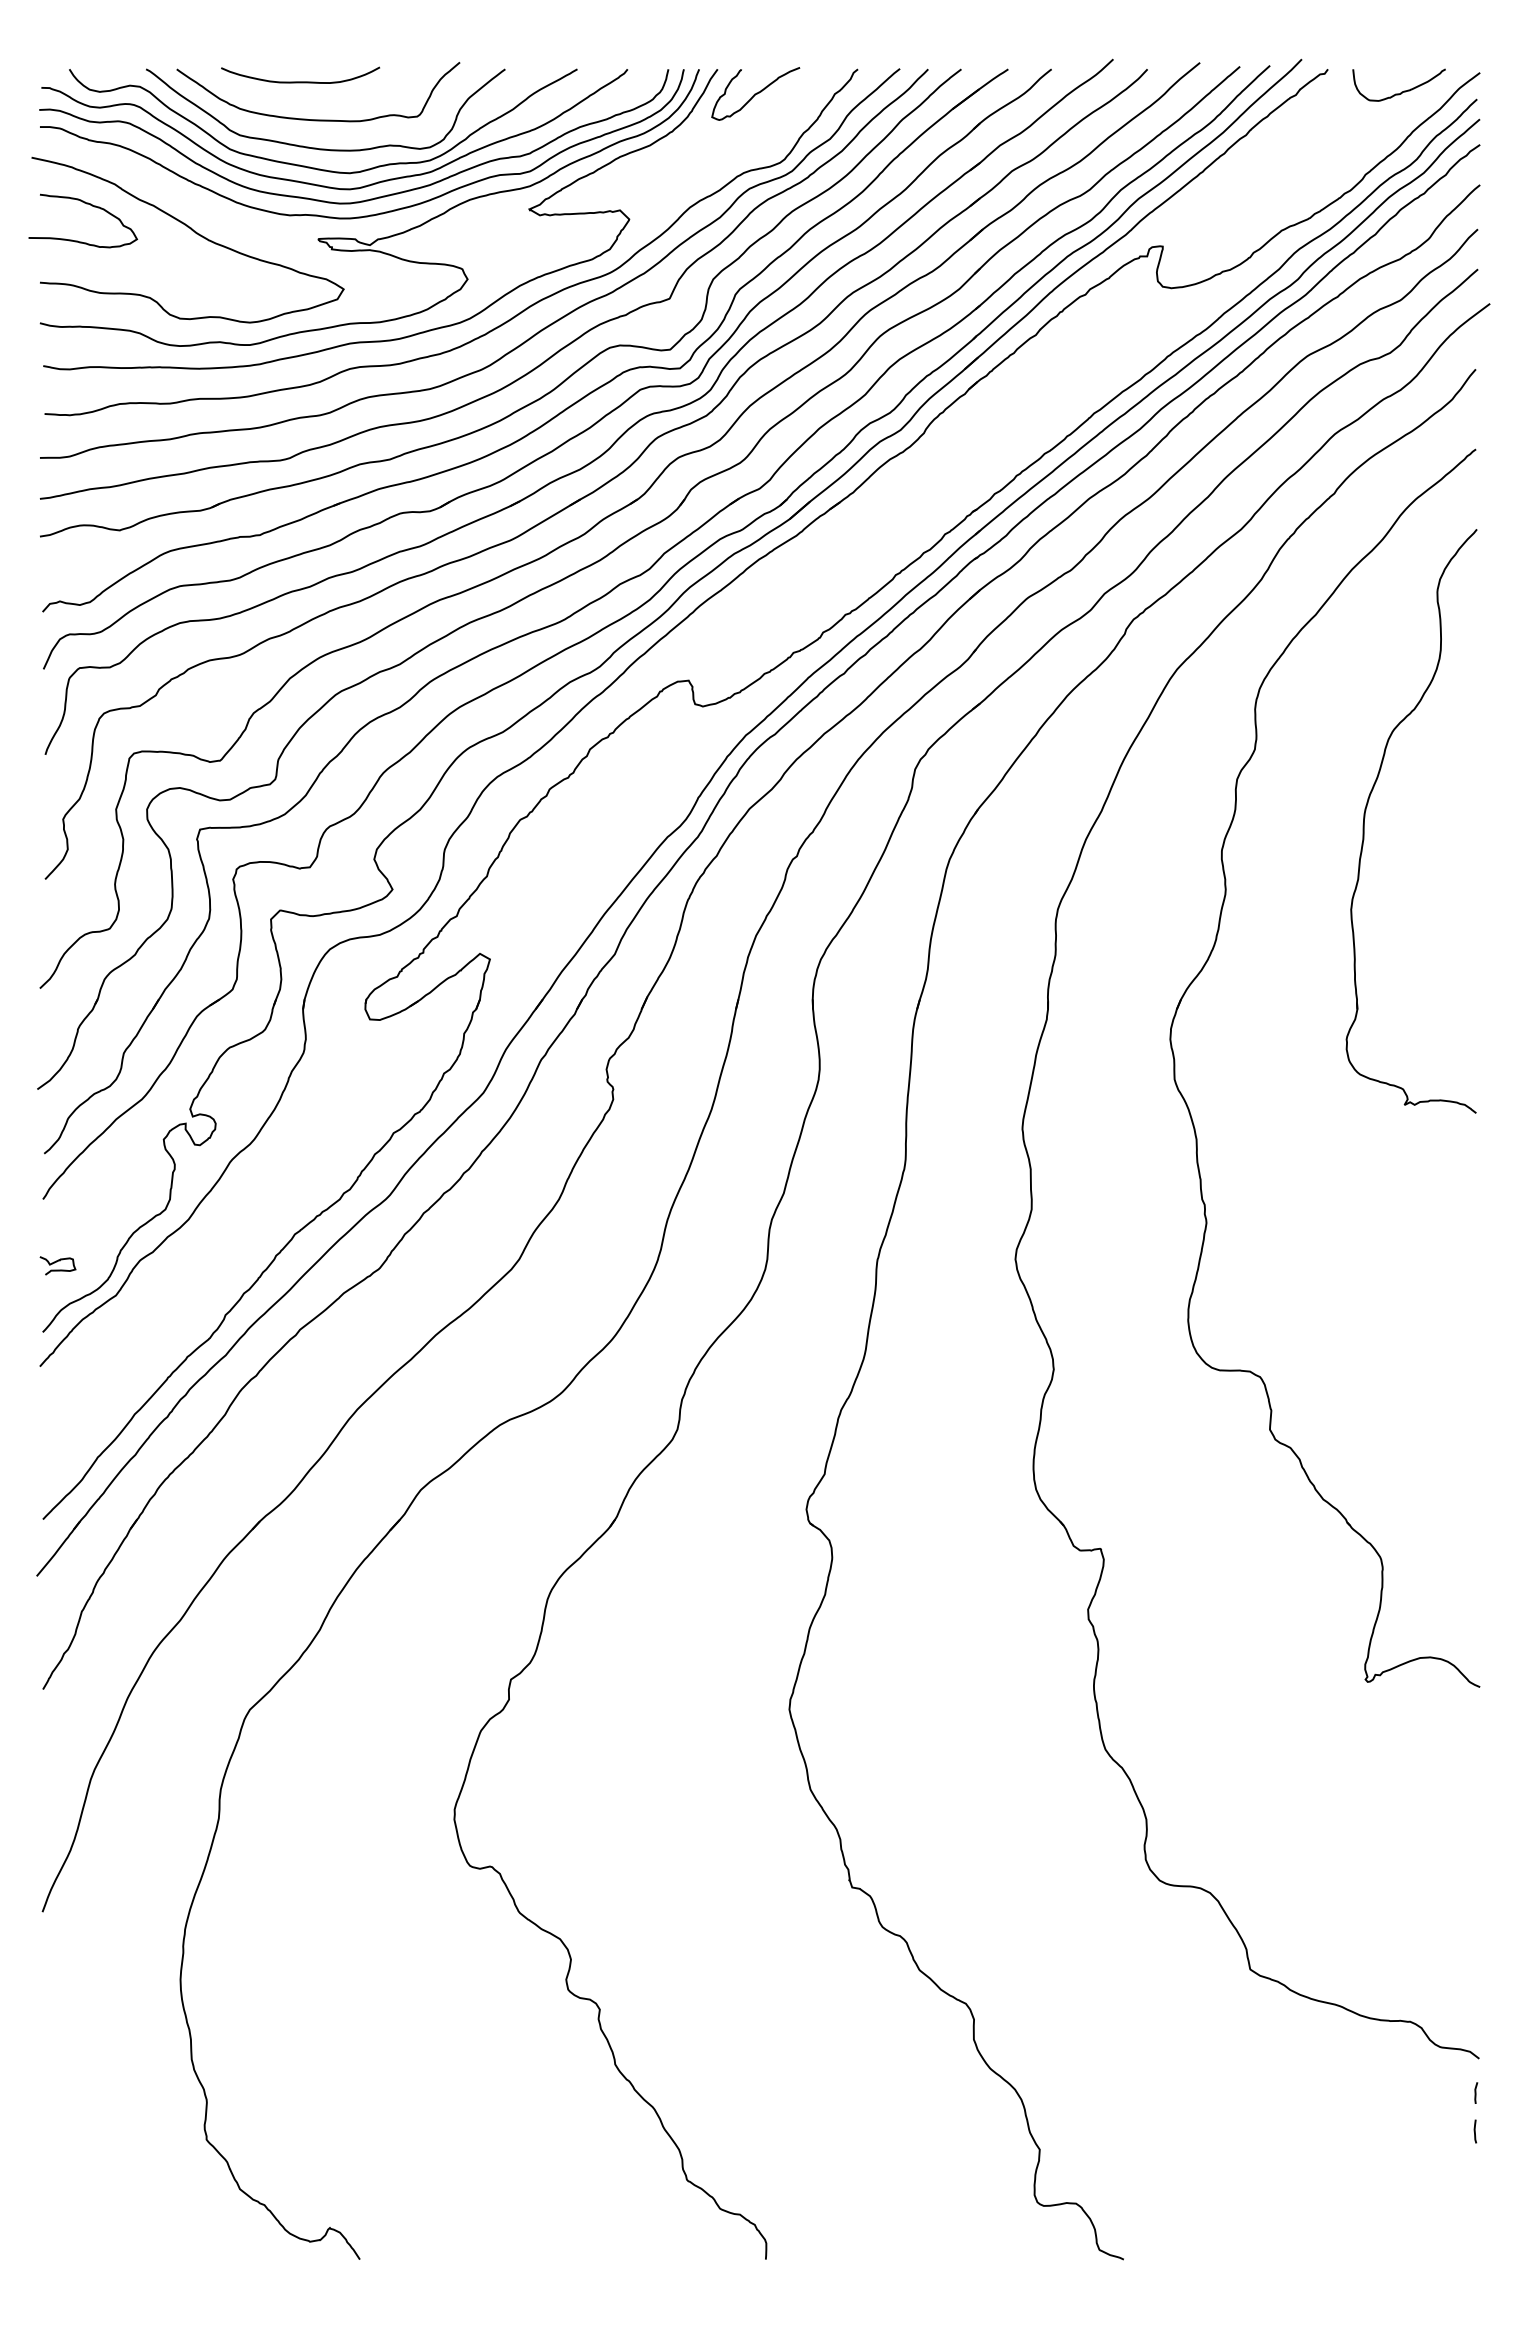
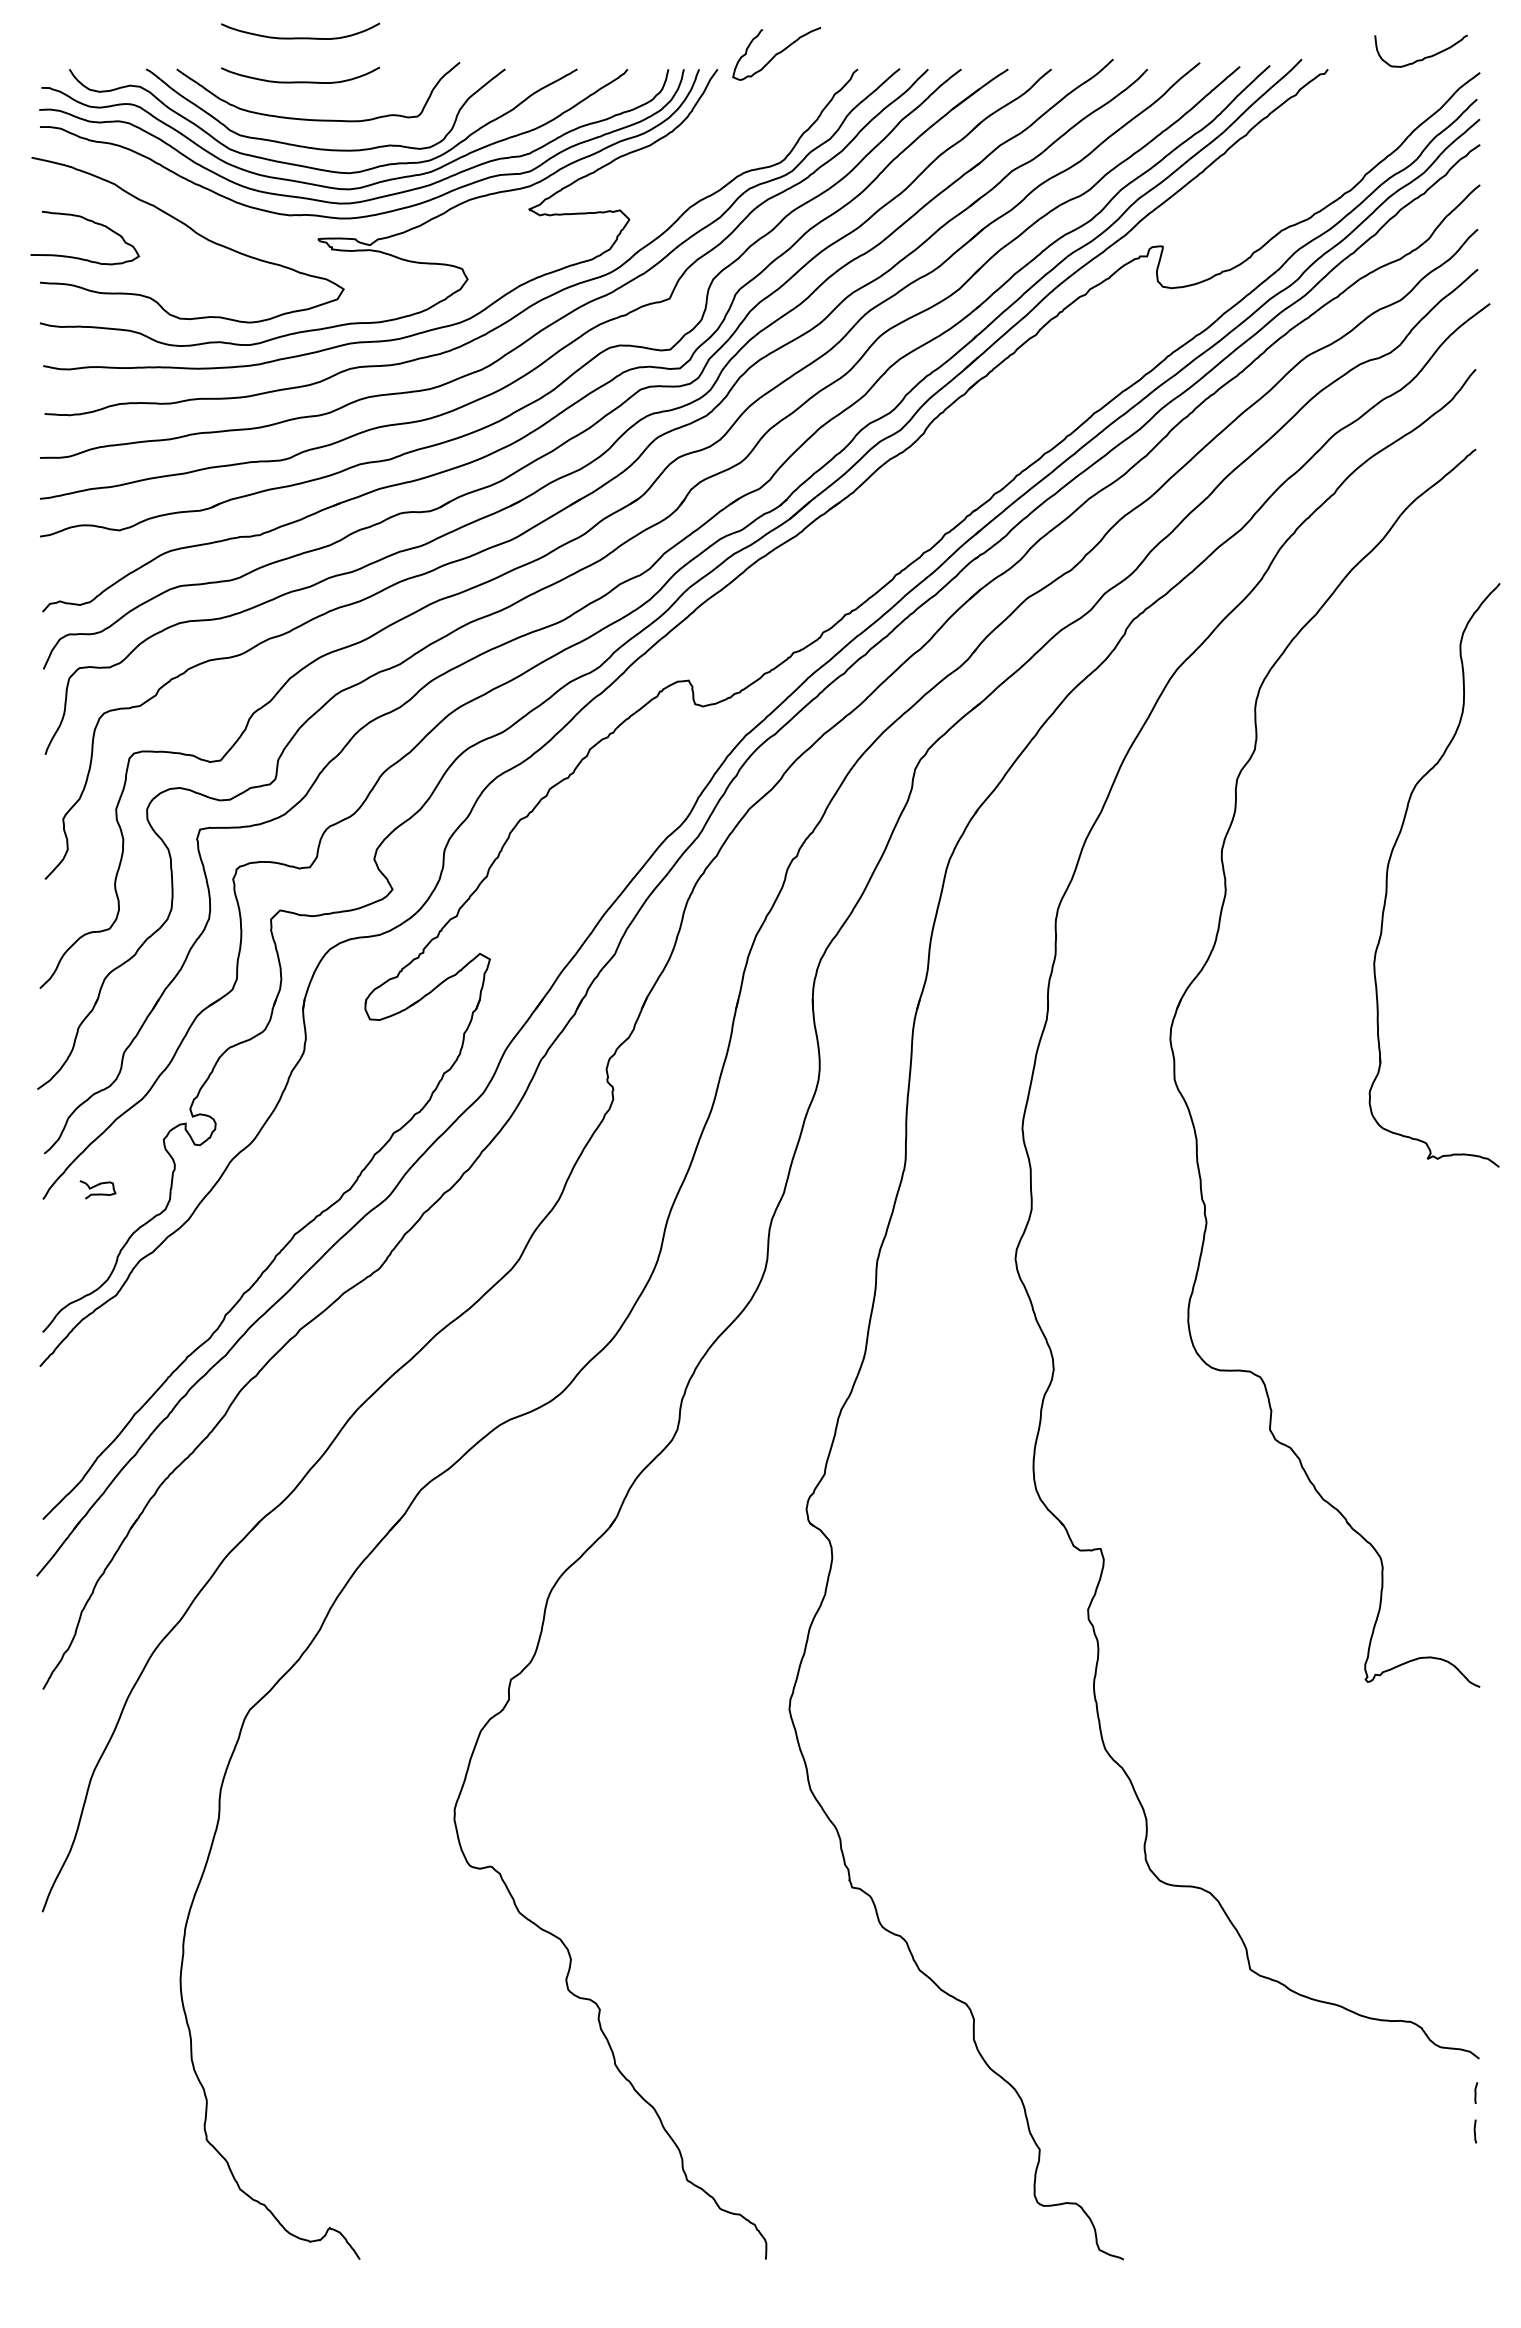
curve at (300, 37): none -> present
curve at (1401, 91) position: (1401, 91) -> (1423, 57)
curve at (755, 93) position: (755, 93) -> (776, 53)
curve at (86, 204) position: (86, 204) -> (88, 221)
part at (1365, 817) position: (1365, 817) -> (1388, 871)
curve at (57, 1262) position: (57, 1262) -> (97, 1186)
